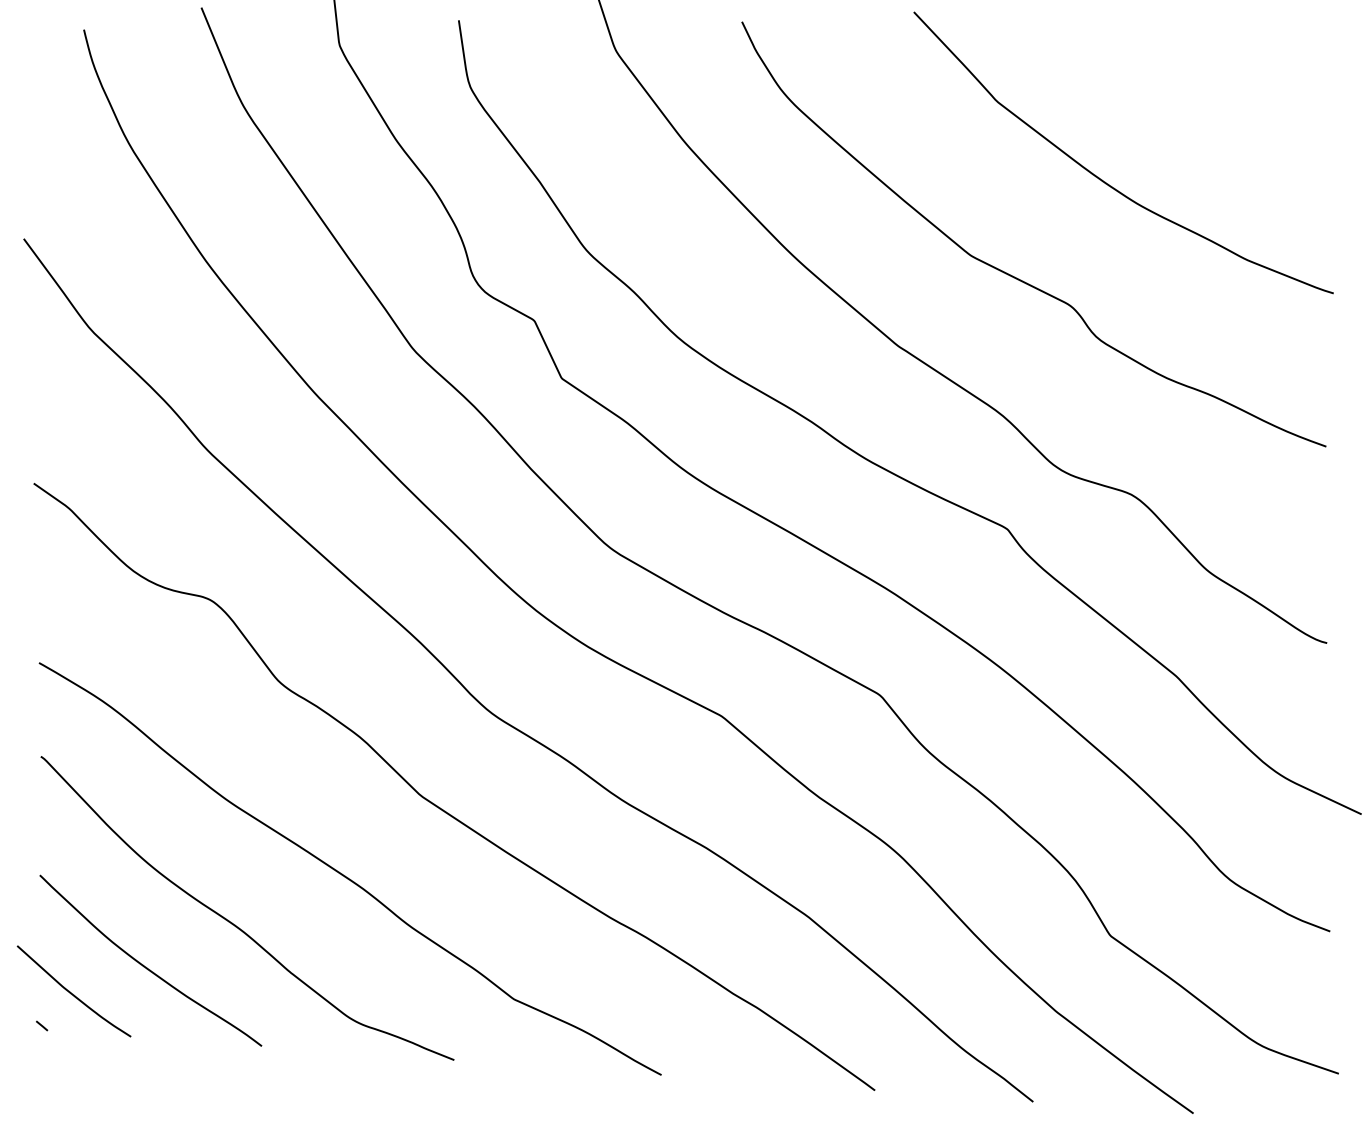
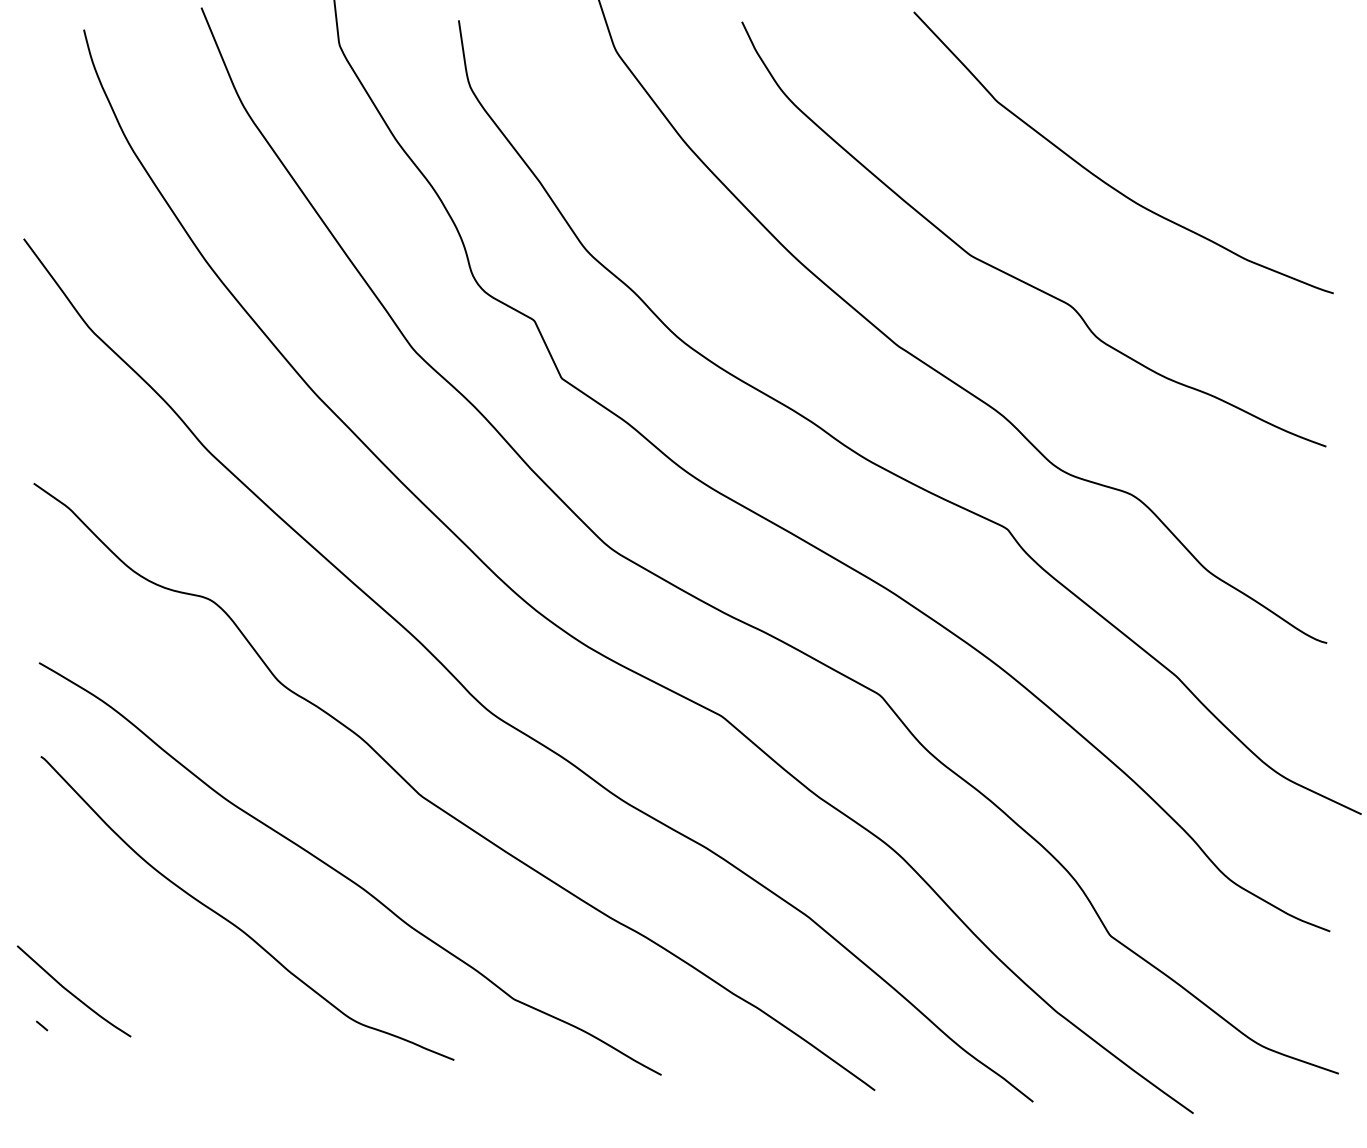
curve at (147, 967): present -> none
